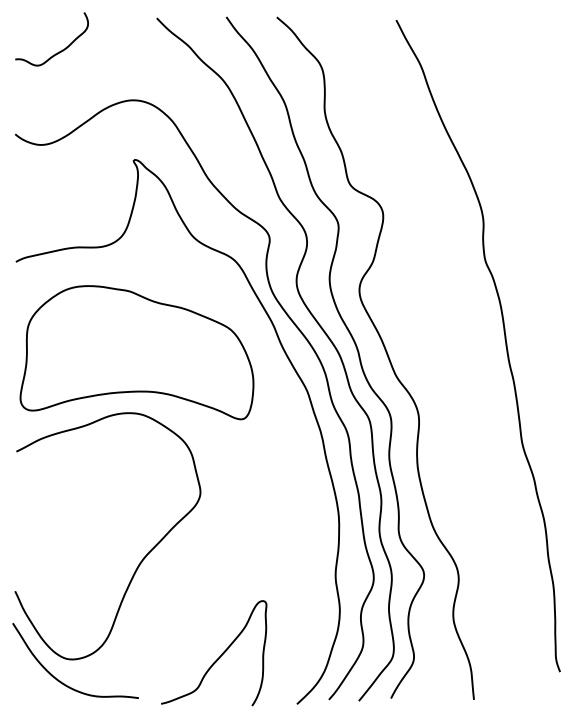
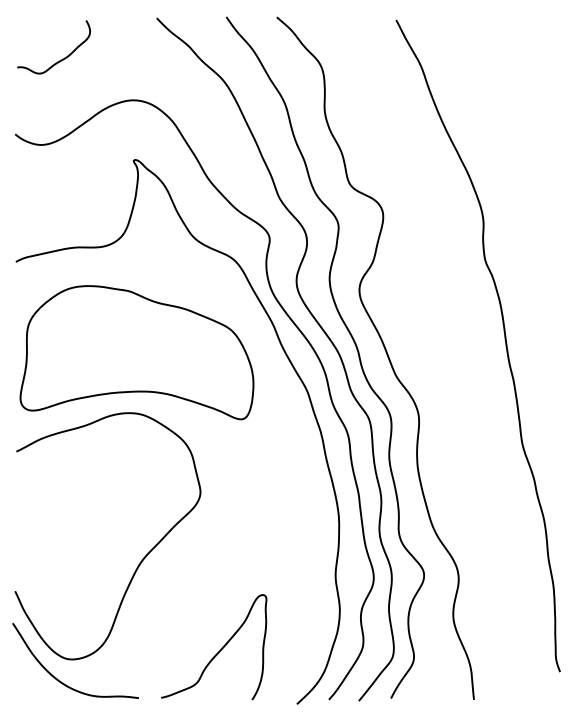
curve at (60, 50) position: (60, 50) -> (62, 58)
curve at (218, 657) position: (218, 657) -> (218, 651)
